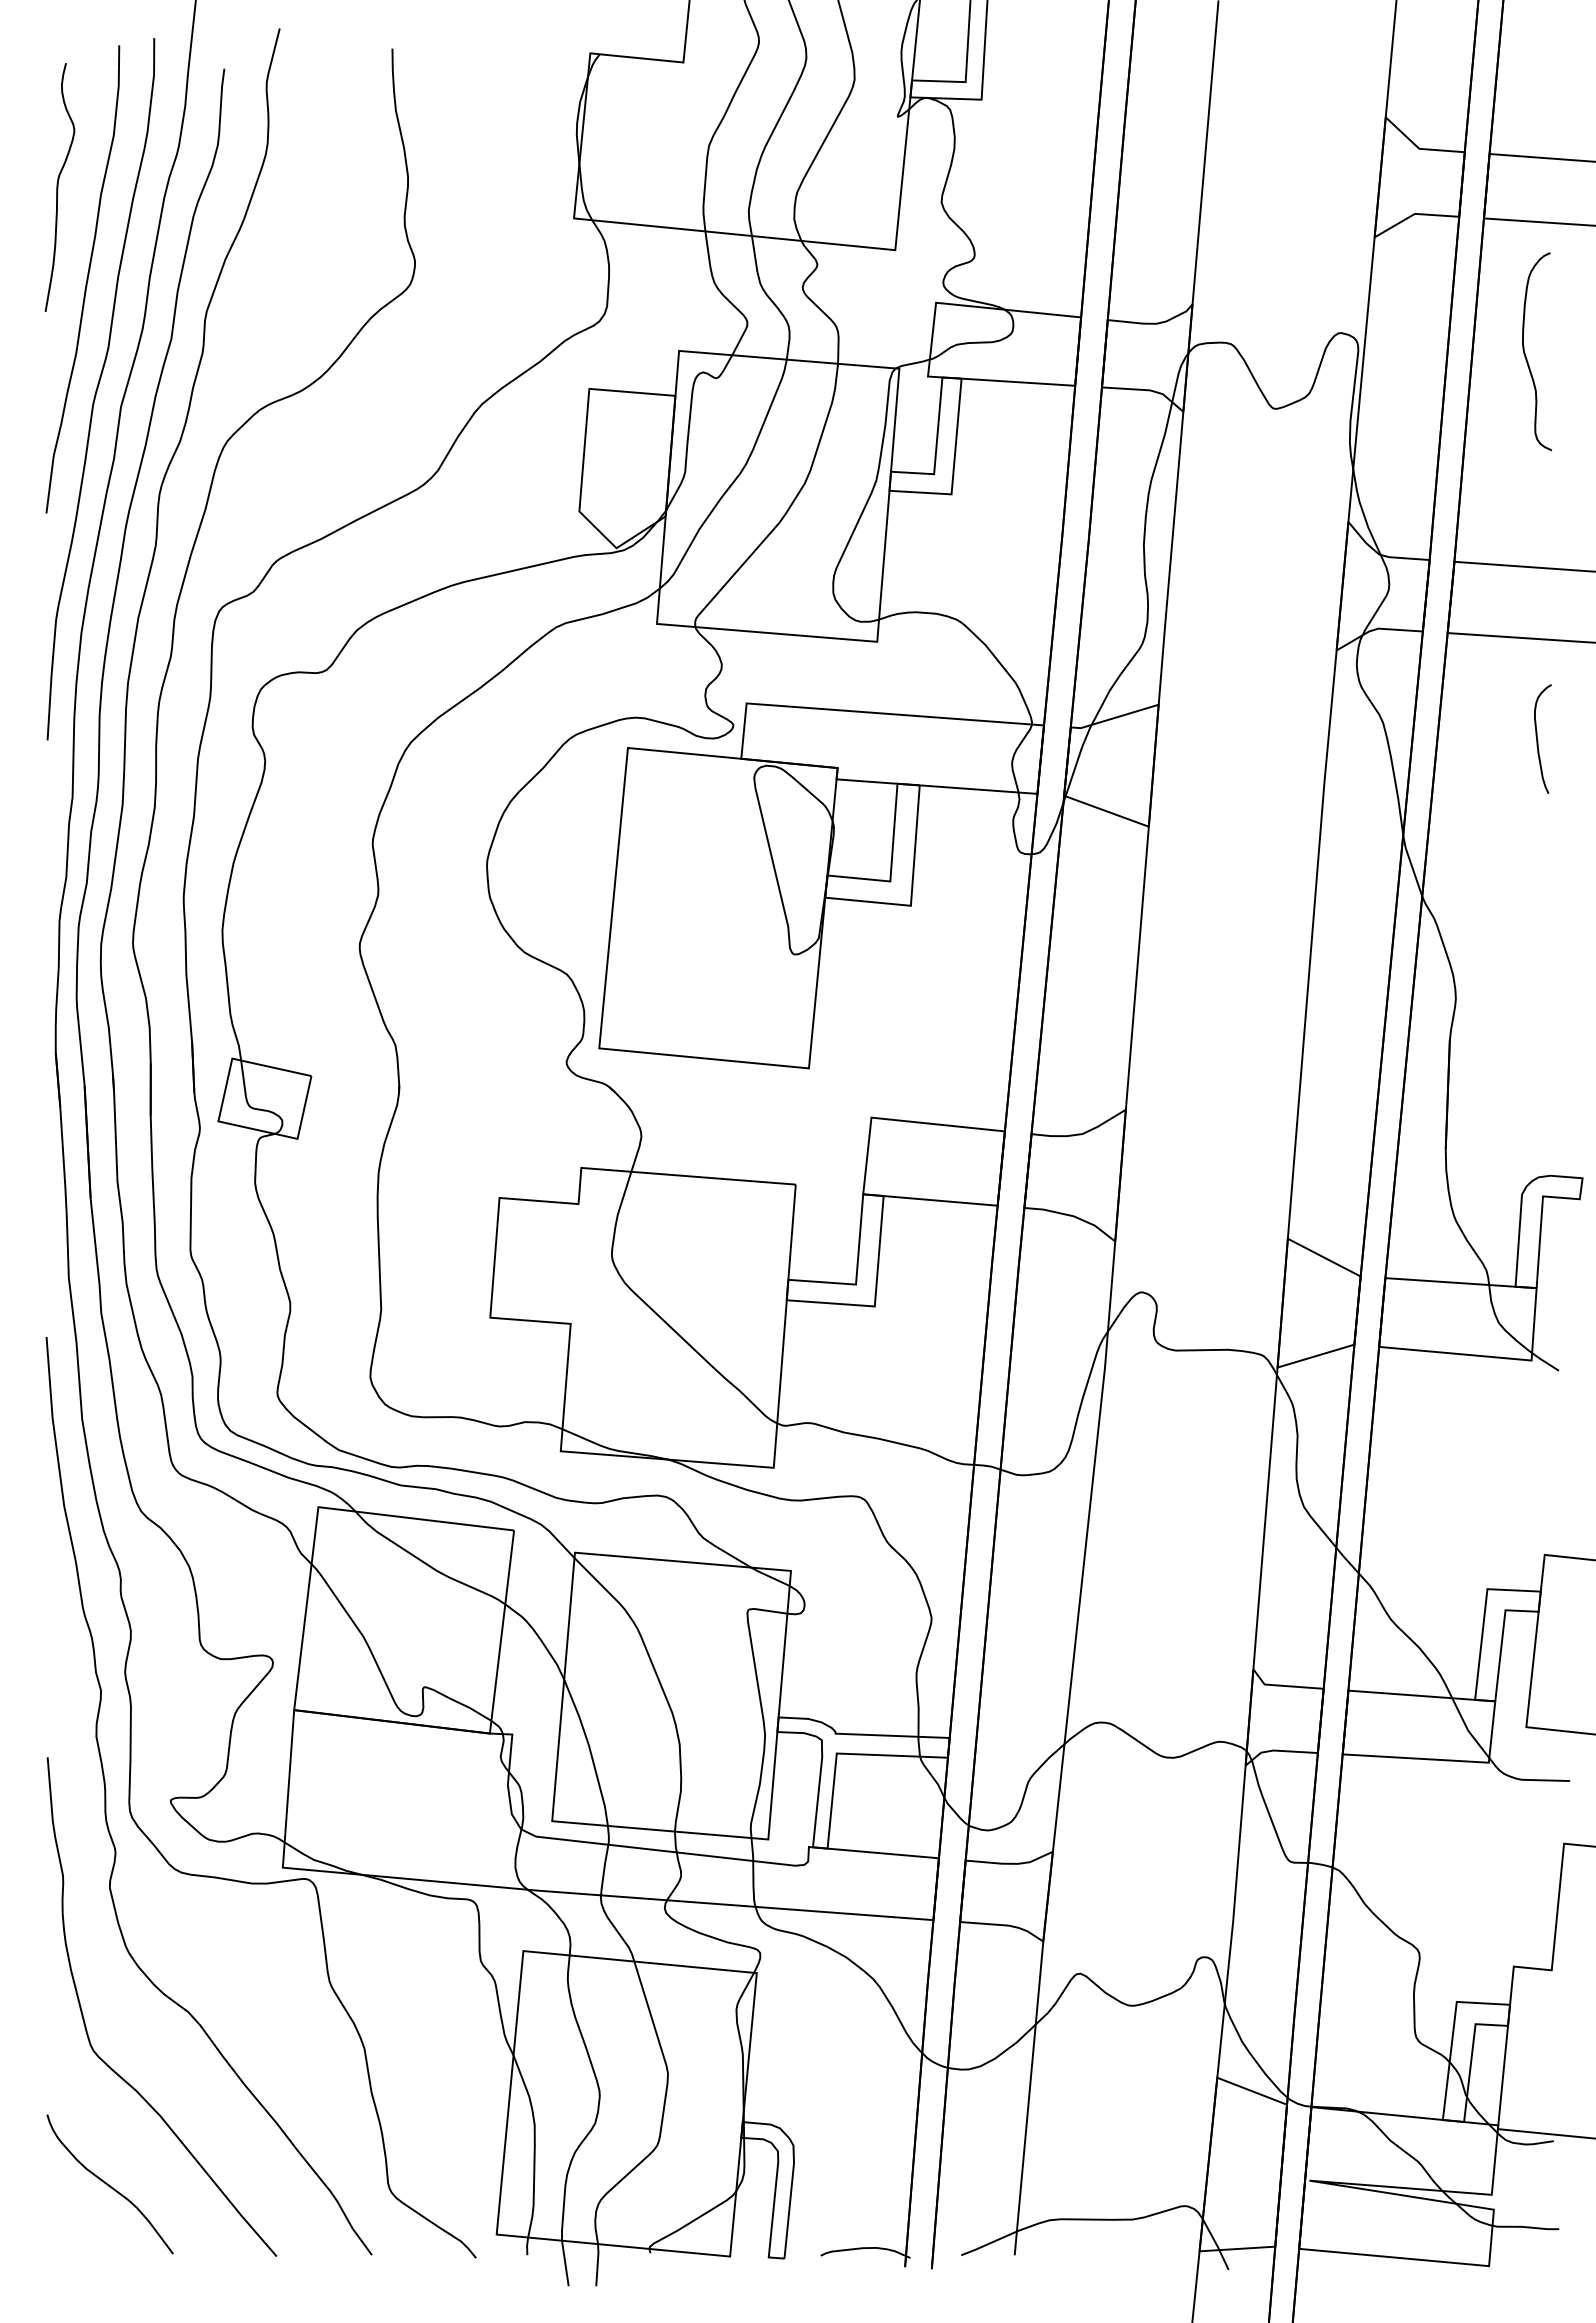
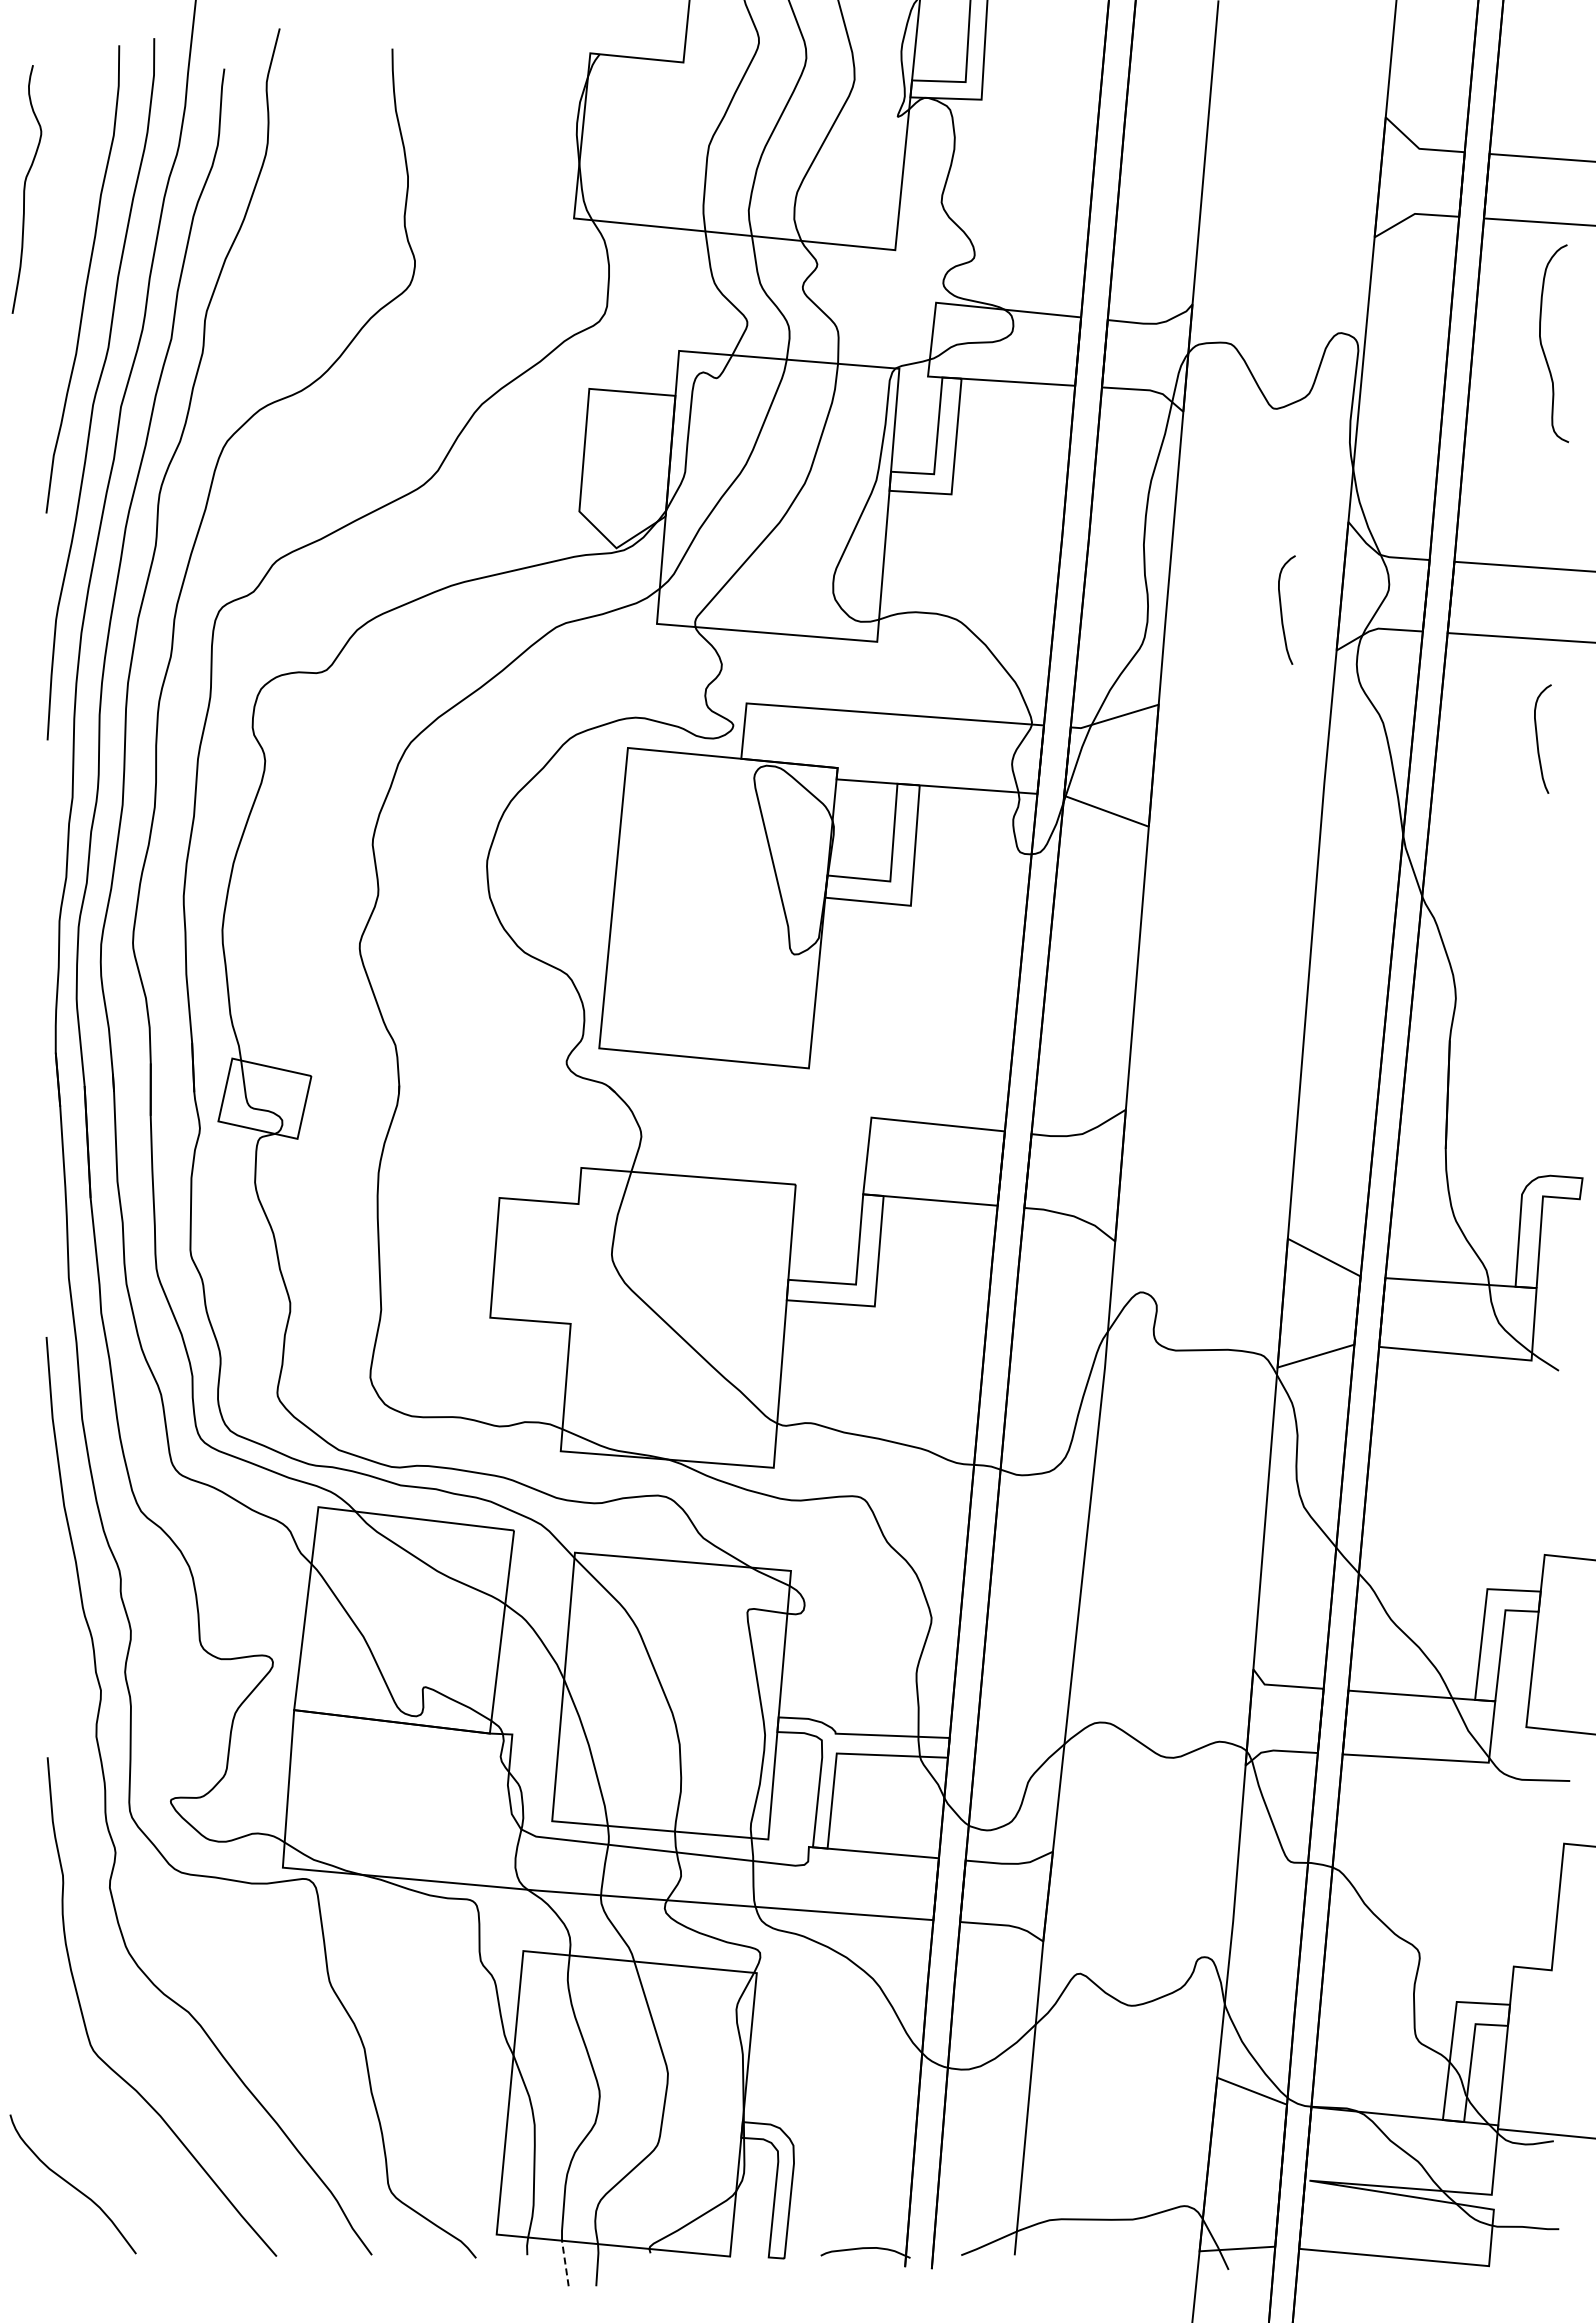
curve at (58, 187) position: (58, 187) -> (25, 189)
curve at (1526, 355) position: (1526, 355) -> (1543, 347)
curve at (1282, 611): none -> present
curve at (109, 2184) position: (109, 2184) -> (72, 2184)
line at (565, 2262): solid -> dashed
